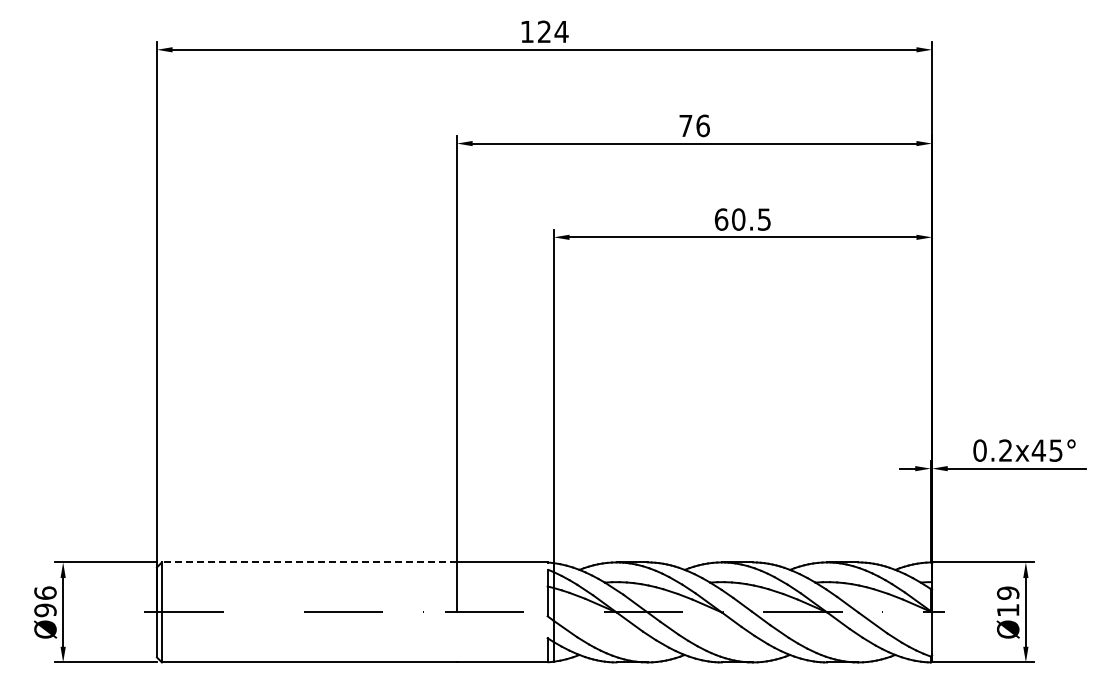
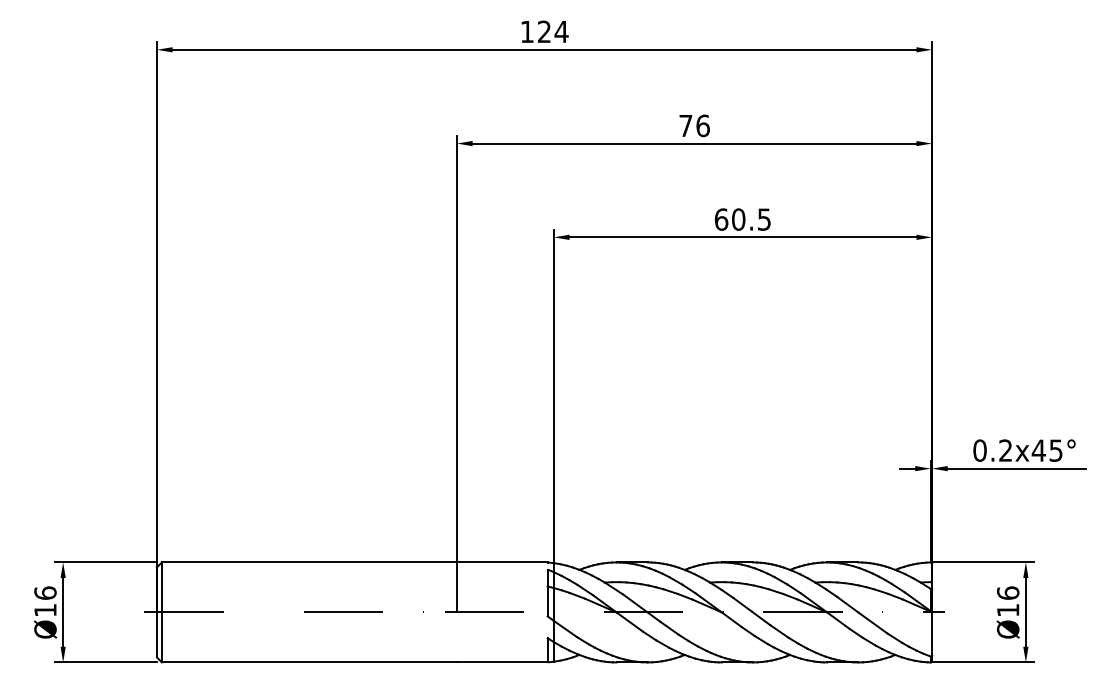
line at (309, 562): dashed -> solid
text at (1008, 592): Ø19 -> Ø16
text at (45, 610): Ø96 -> Ø16
